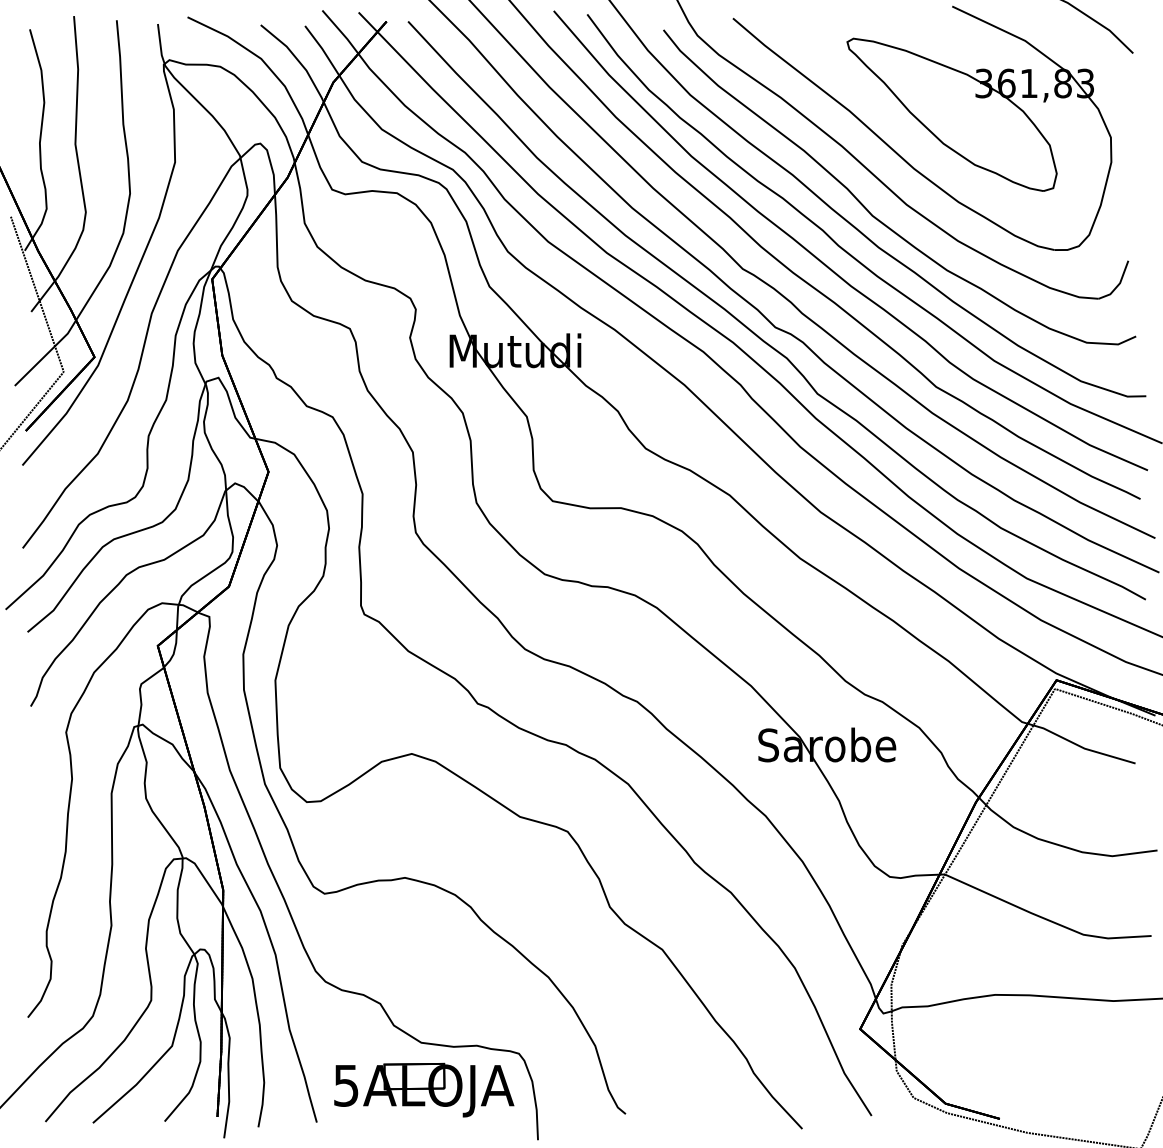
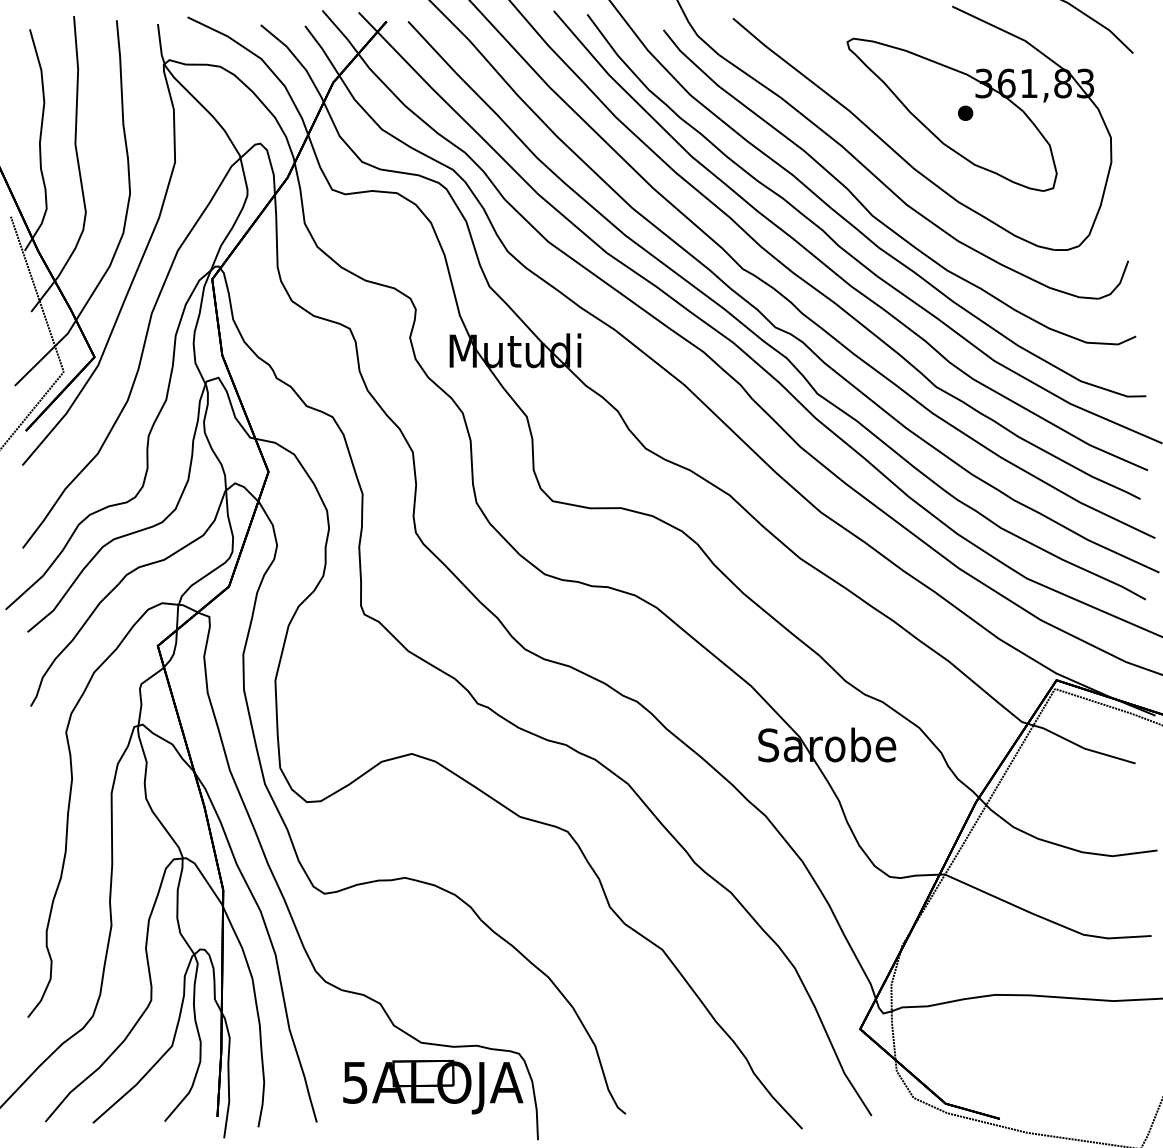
part at (965, 112): none -> present
part at (424, 1089) position: (424, 1089) -> (433, 1086)
